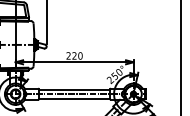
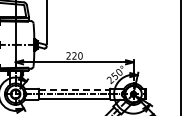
line at (74, 89): solid -> dashed
